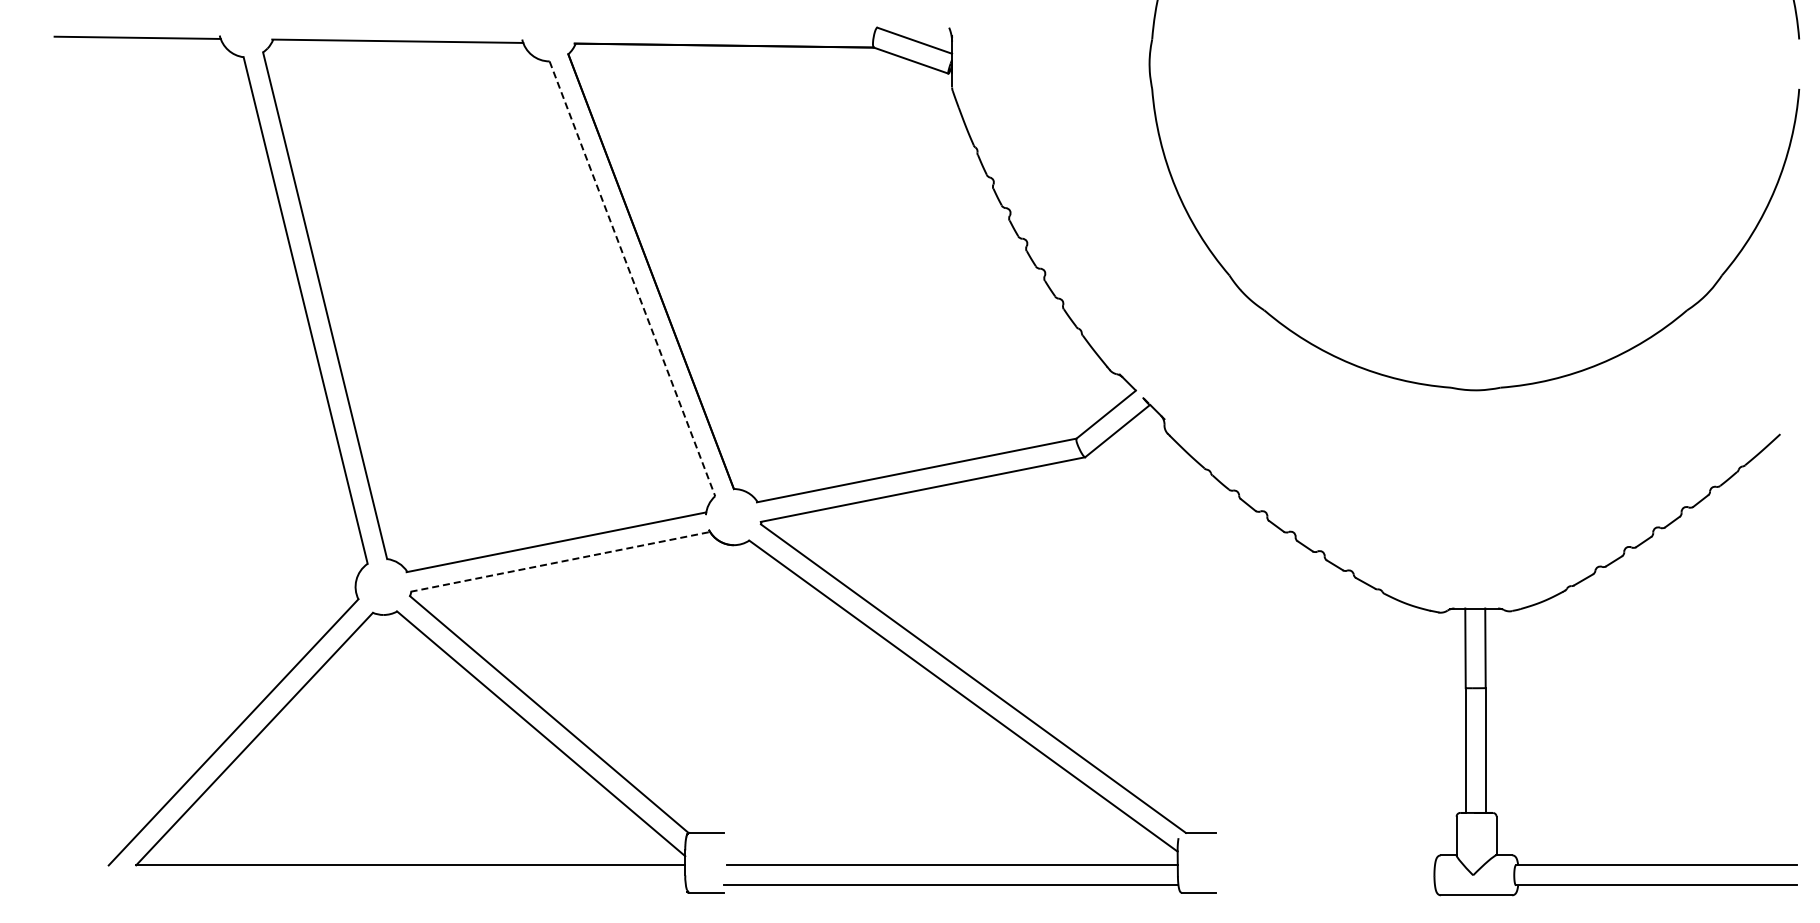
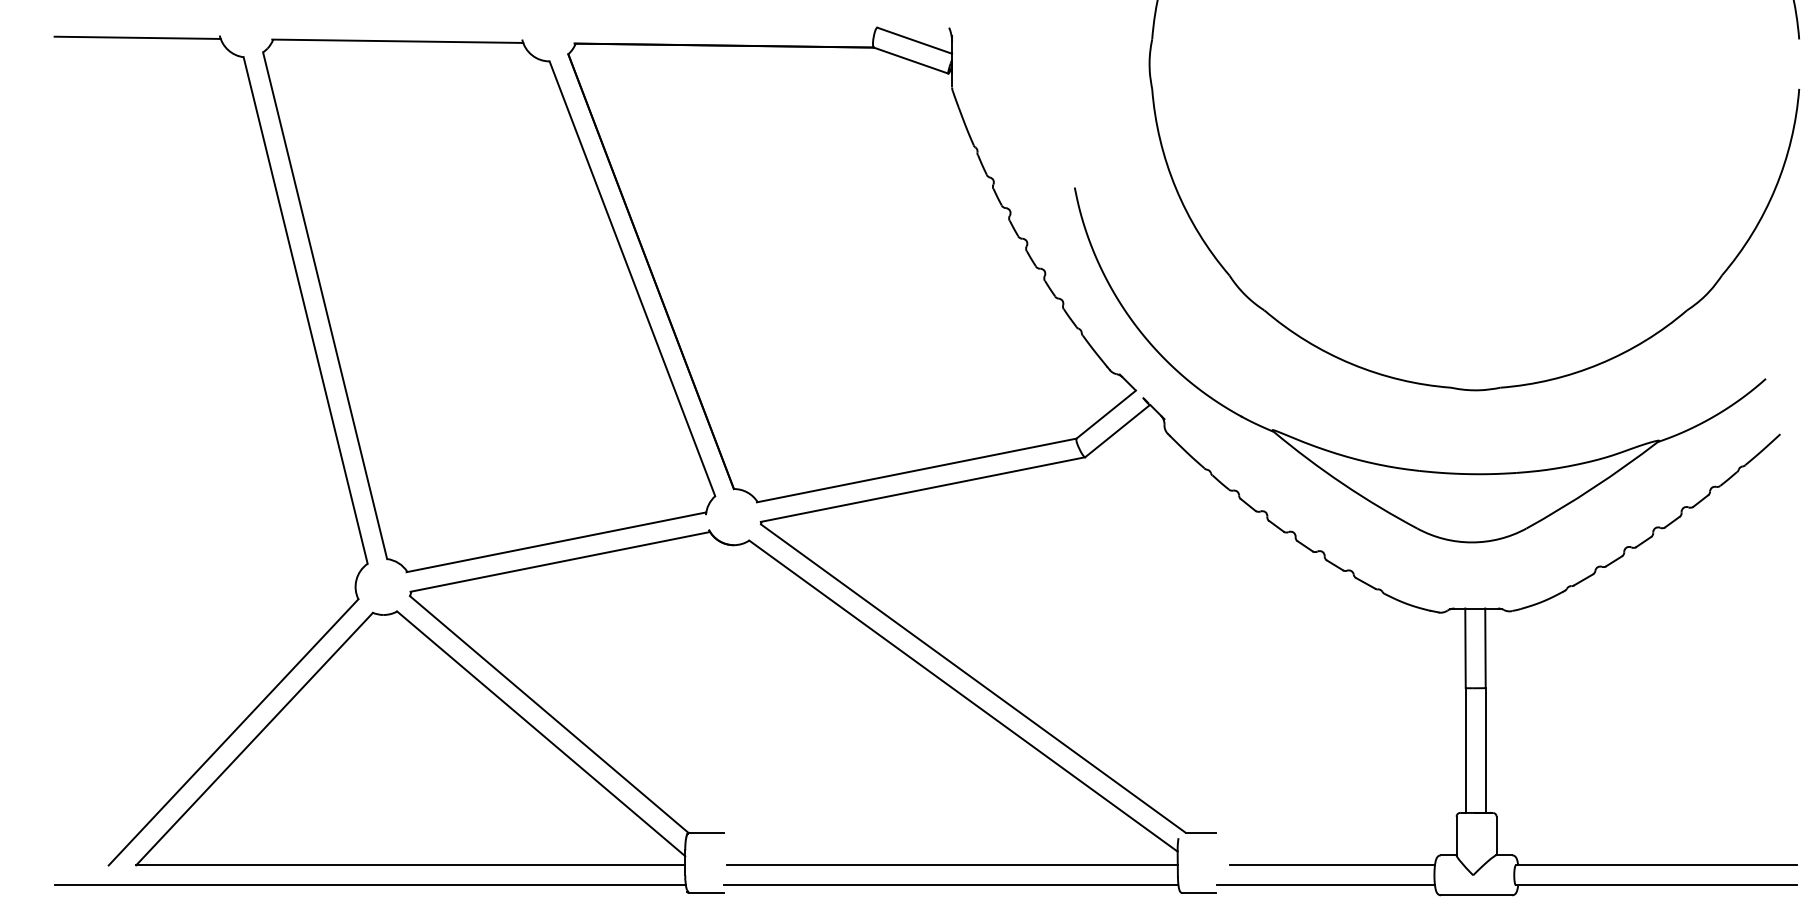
line at (632, 278): dashed -> solid
part at (1410, 468): none -> present
line at (560, 561): dashed -> solid
line at (1332, 865): none -> present
line at (369, 885): none -> present
line at (1325, 885): none -> present
